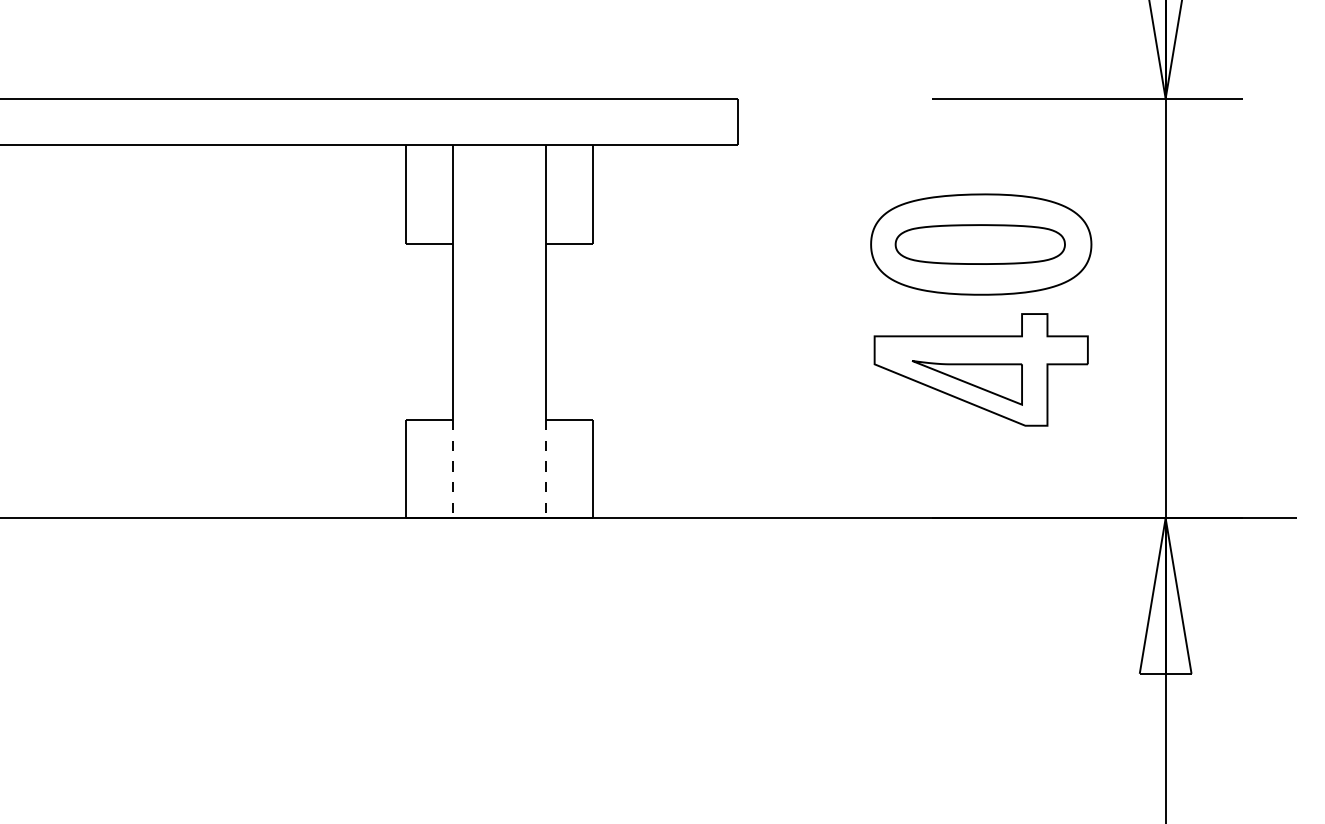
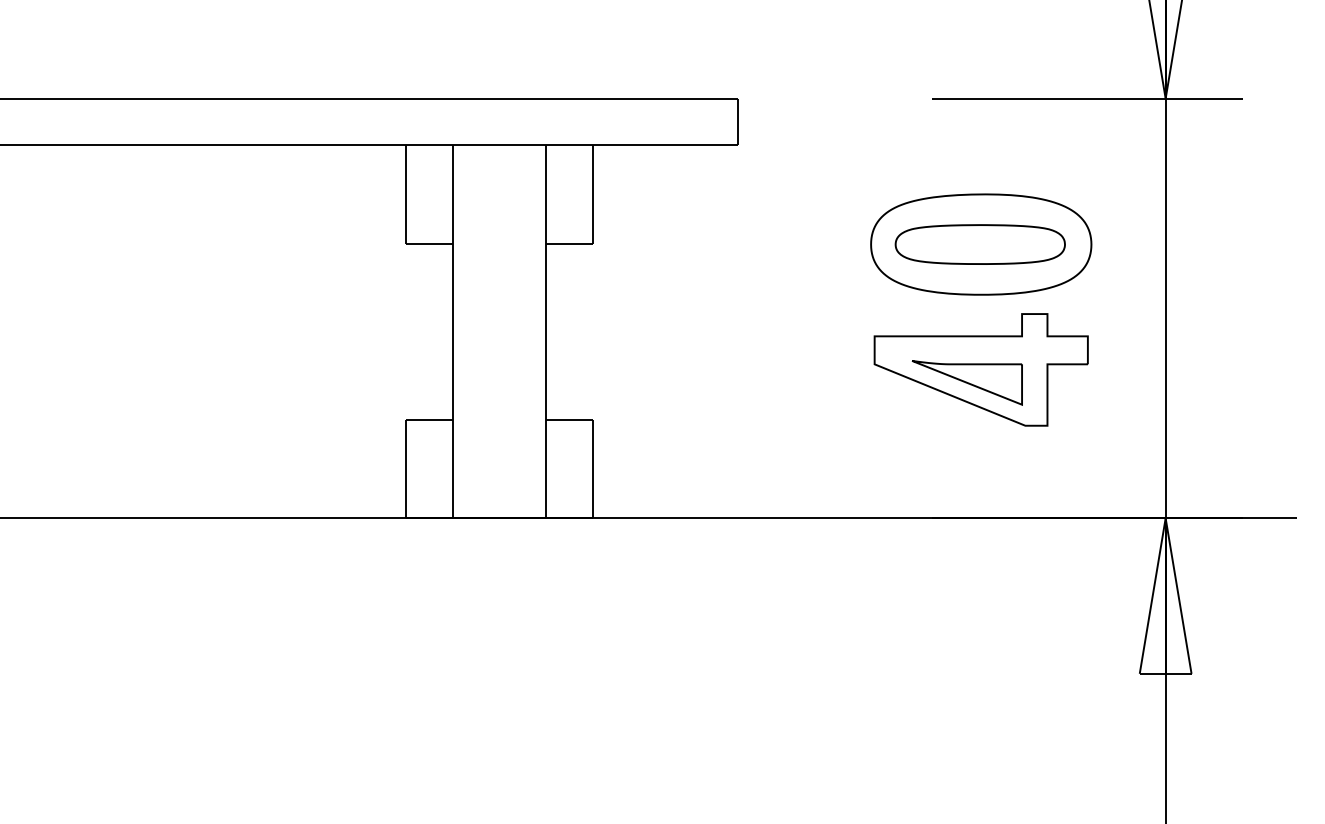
line at (452, 469): dashed -> solid
line at (546, 469): dashed -> solid
